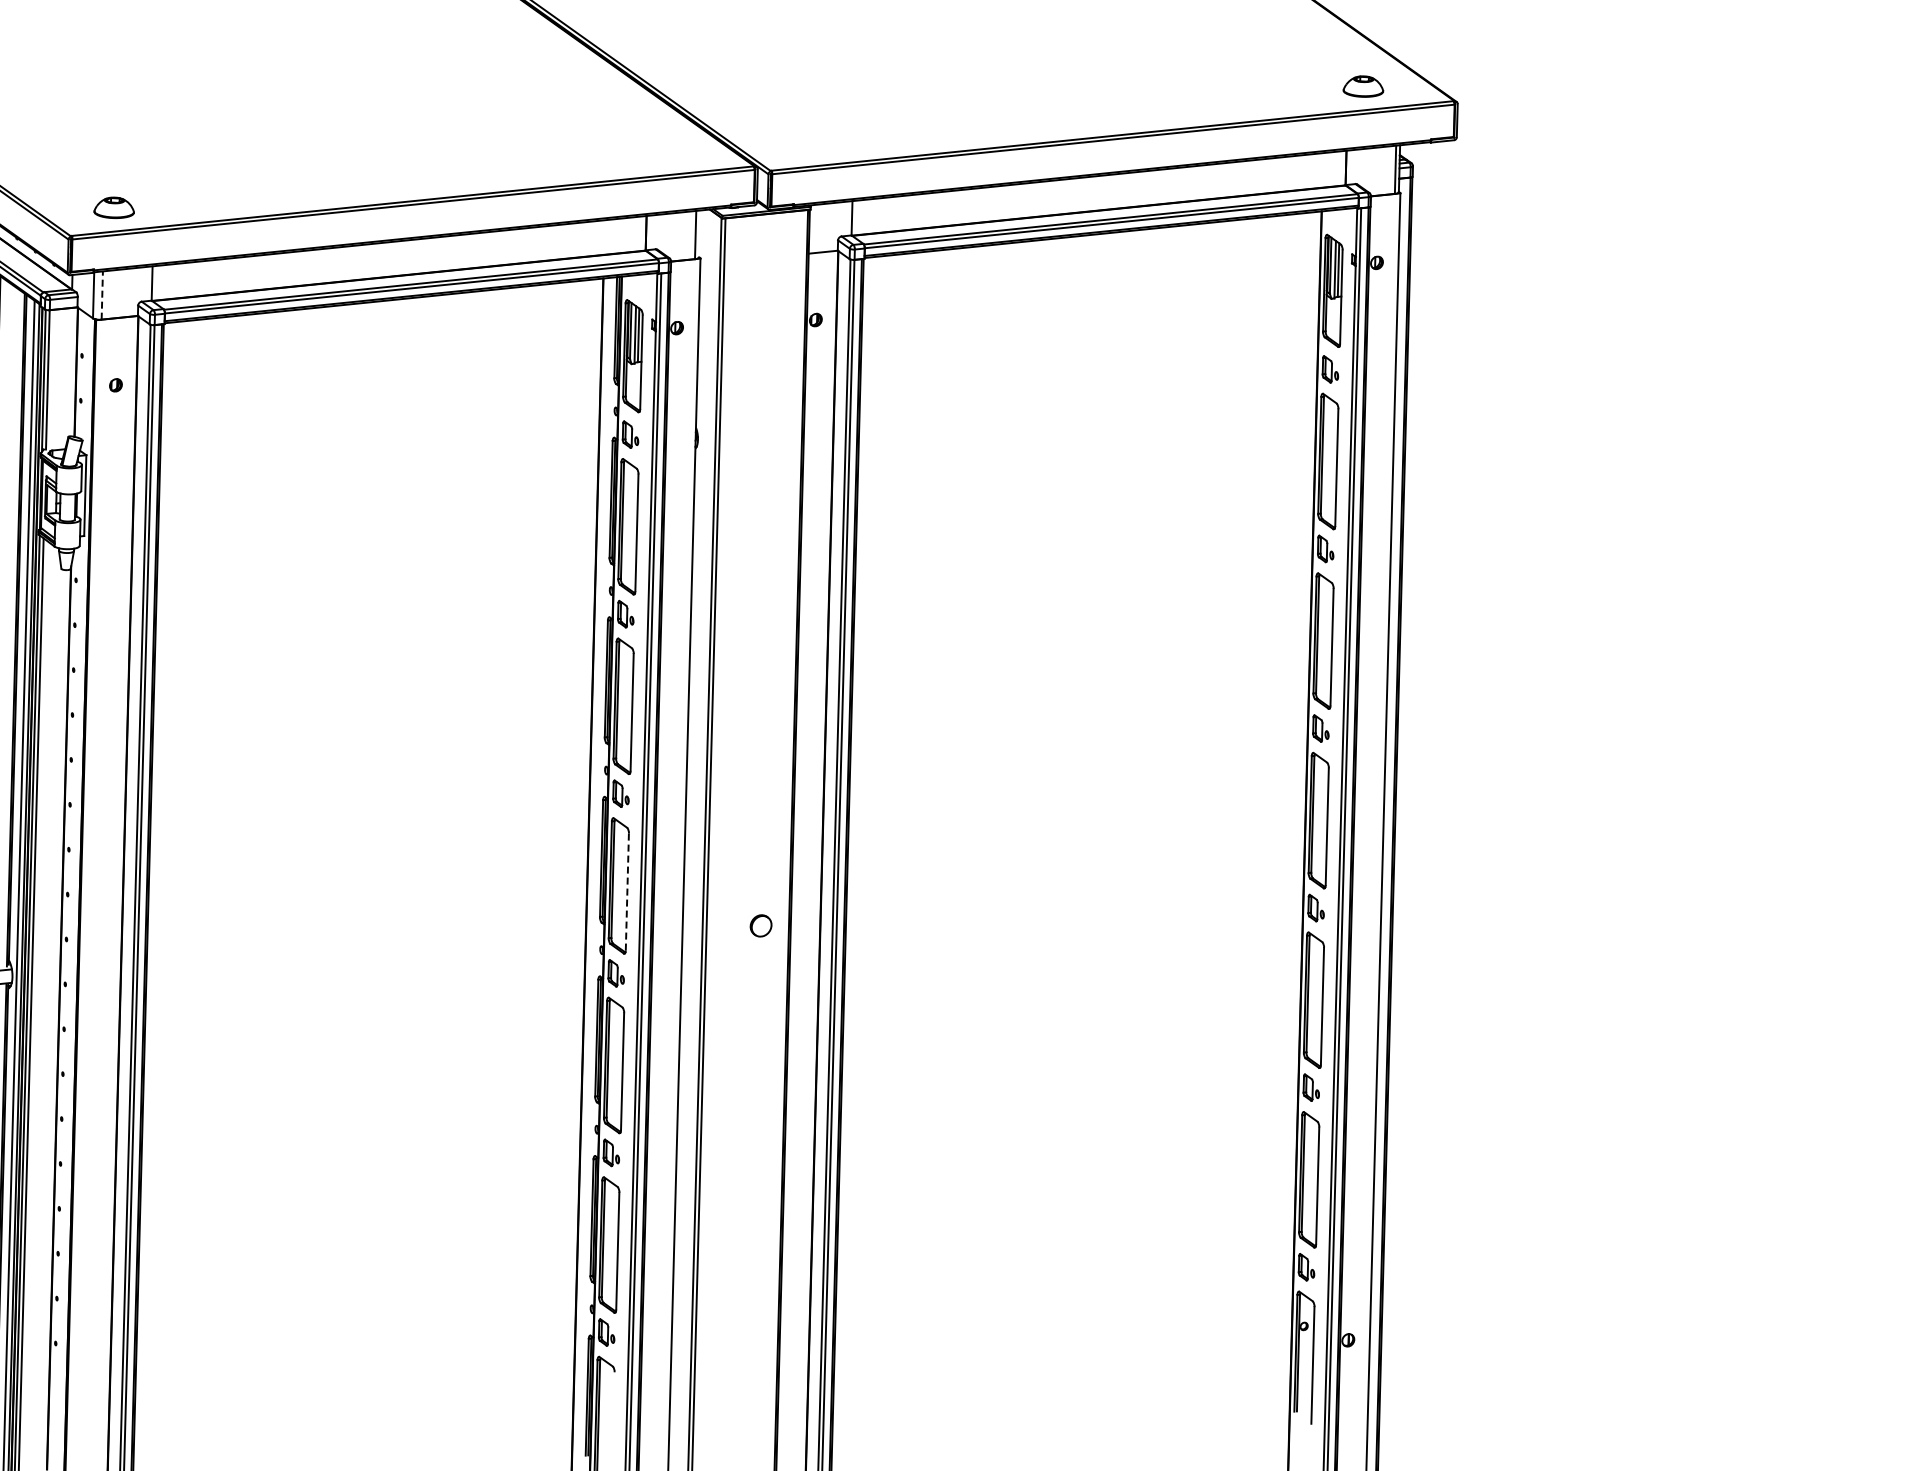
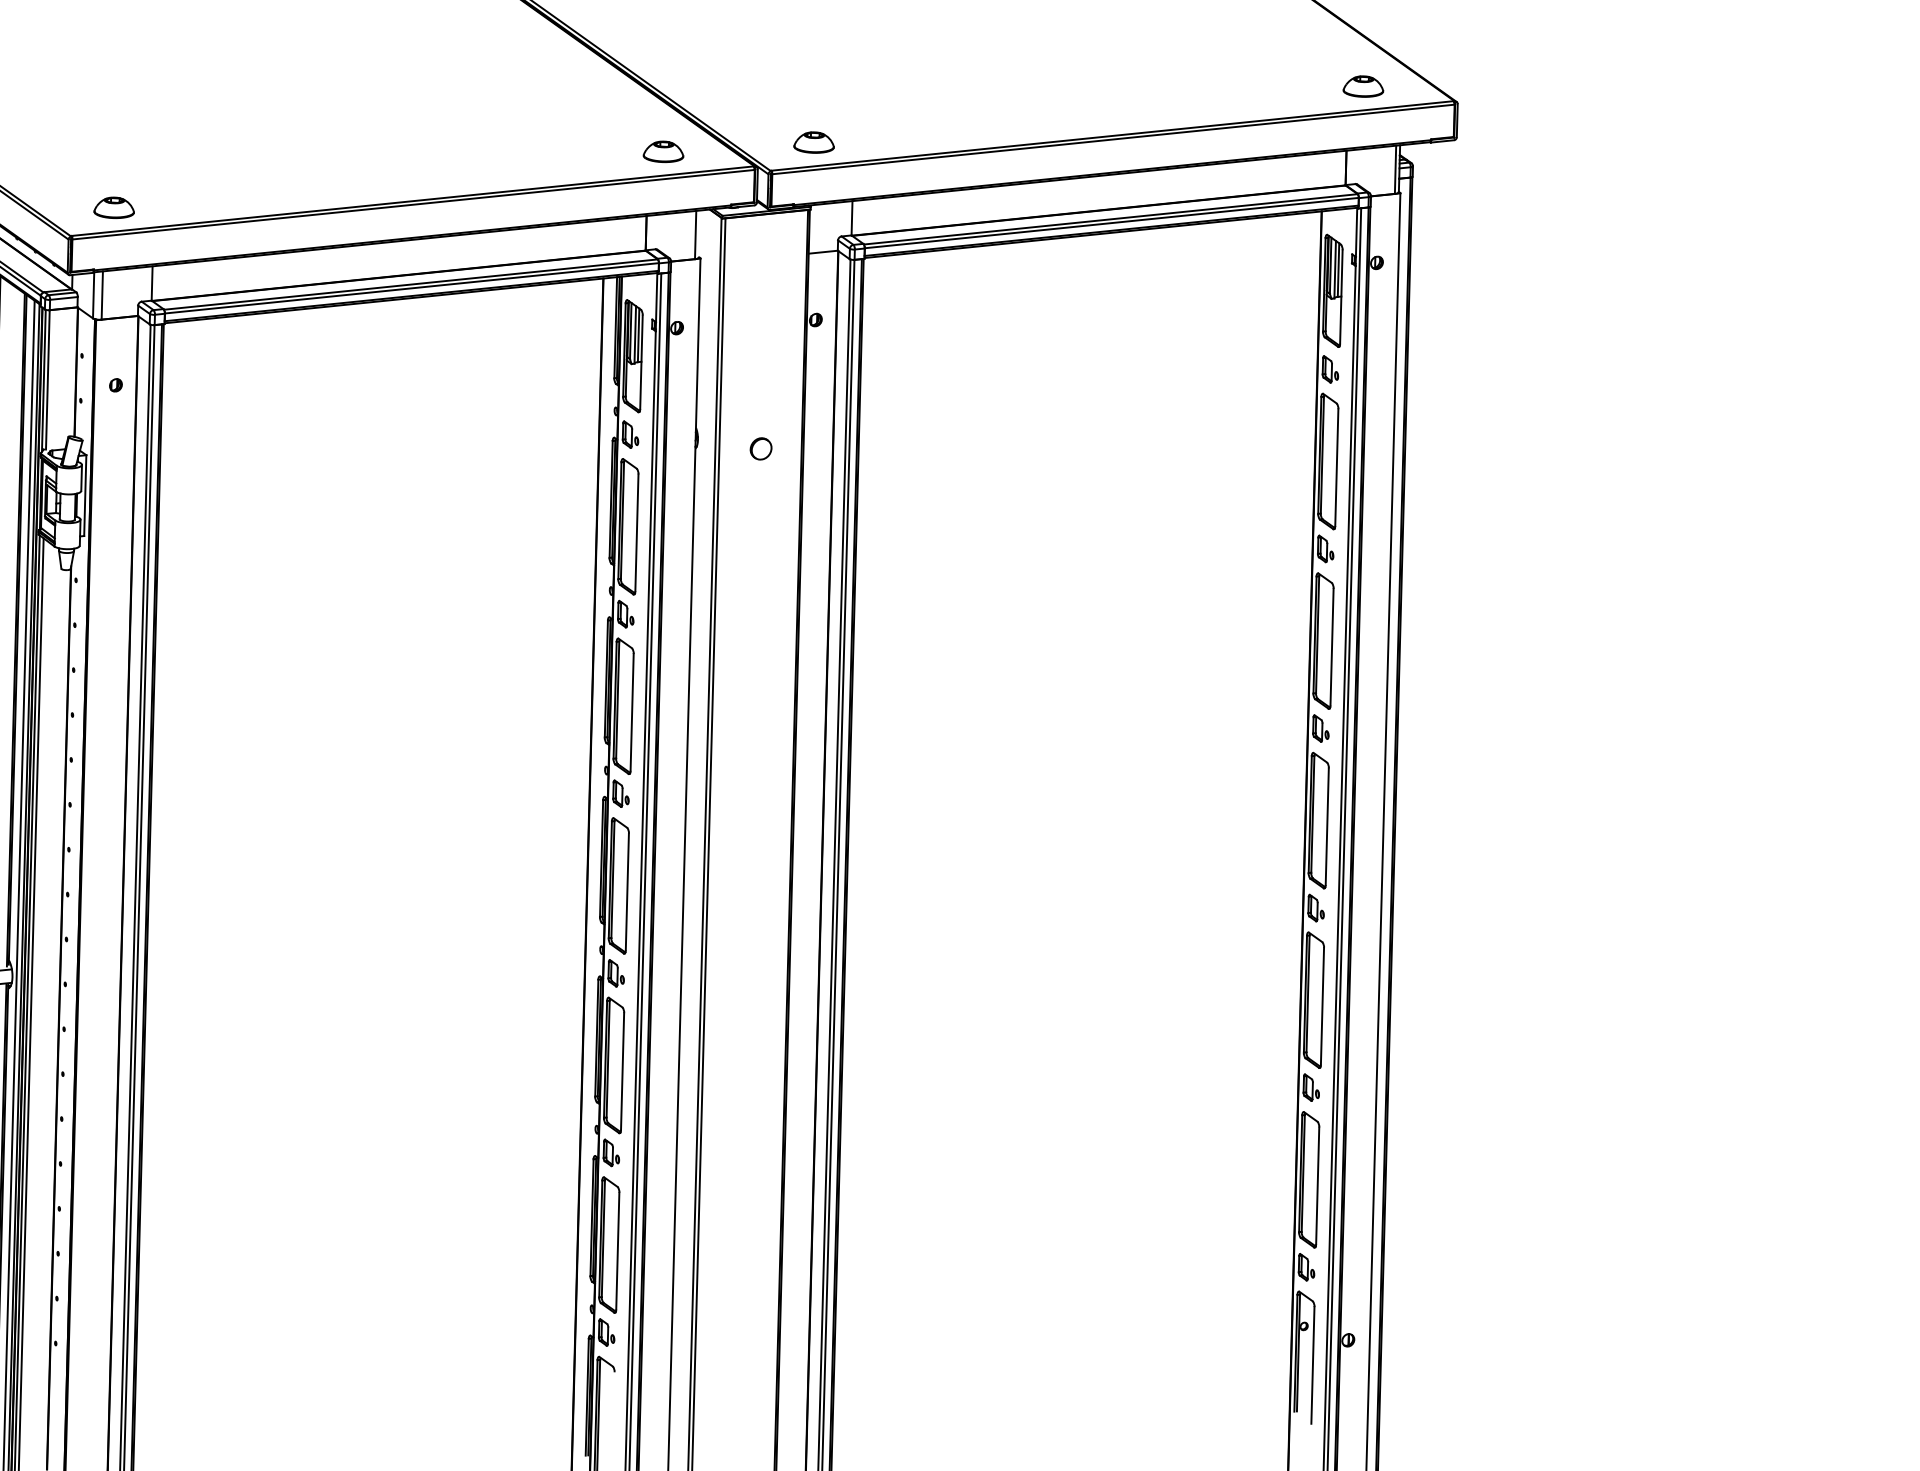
part at (813, 142): none -> present
part at (663, 151): none -> present
line at (102, 295): dashed -> solid
line at (627, 892): dashed -> solid
part at (760, 925) position: (760, 925) -> (760, 448)
